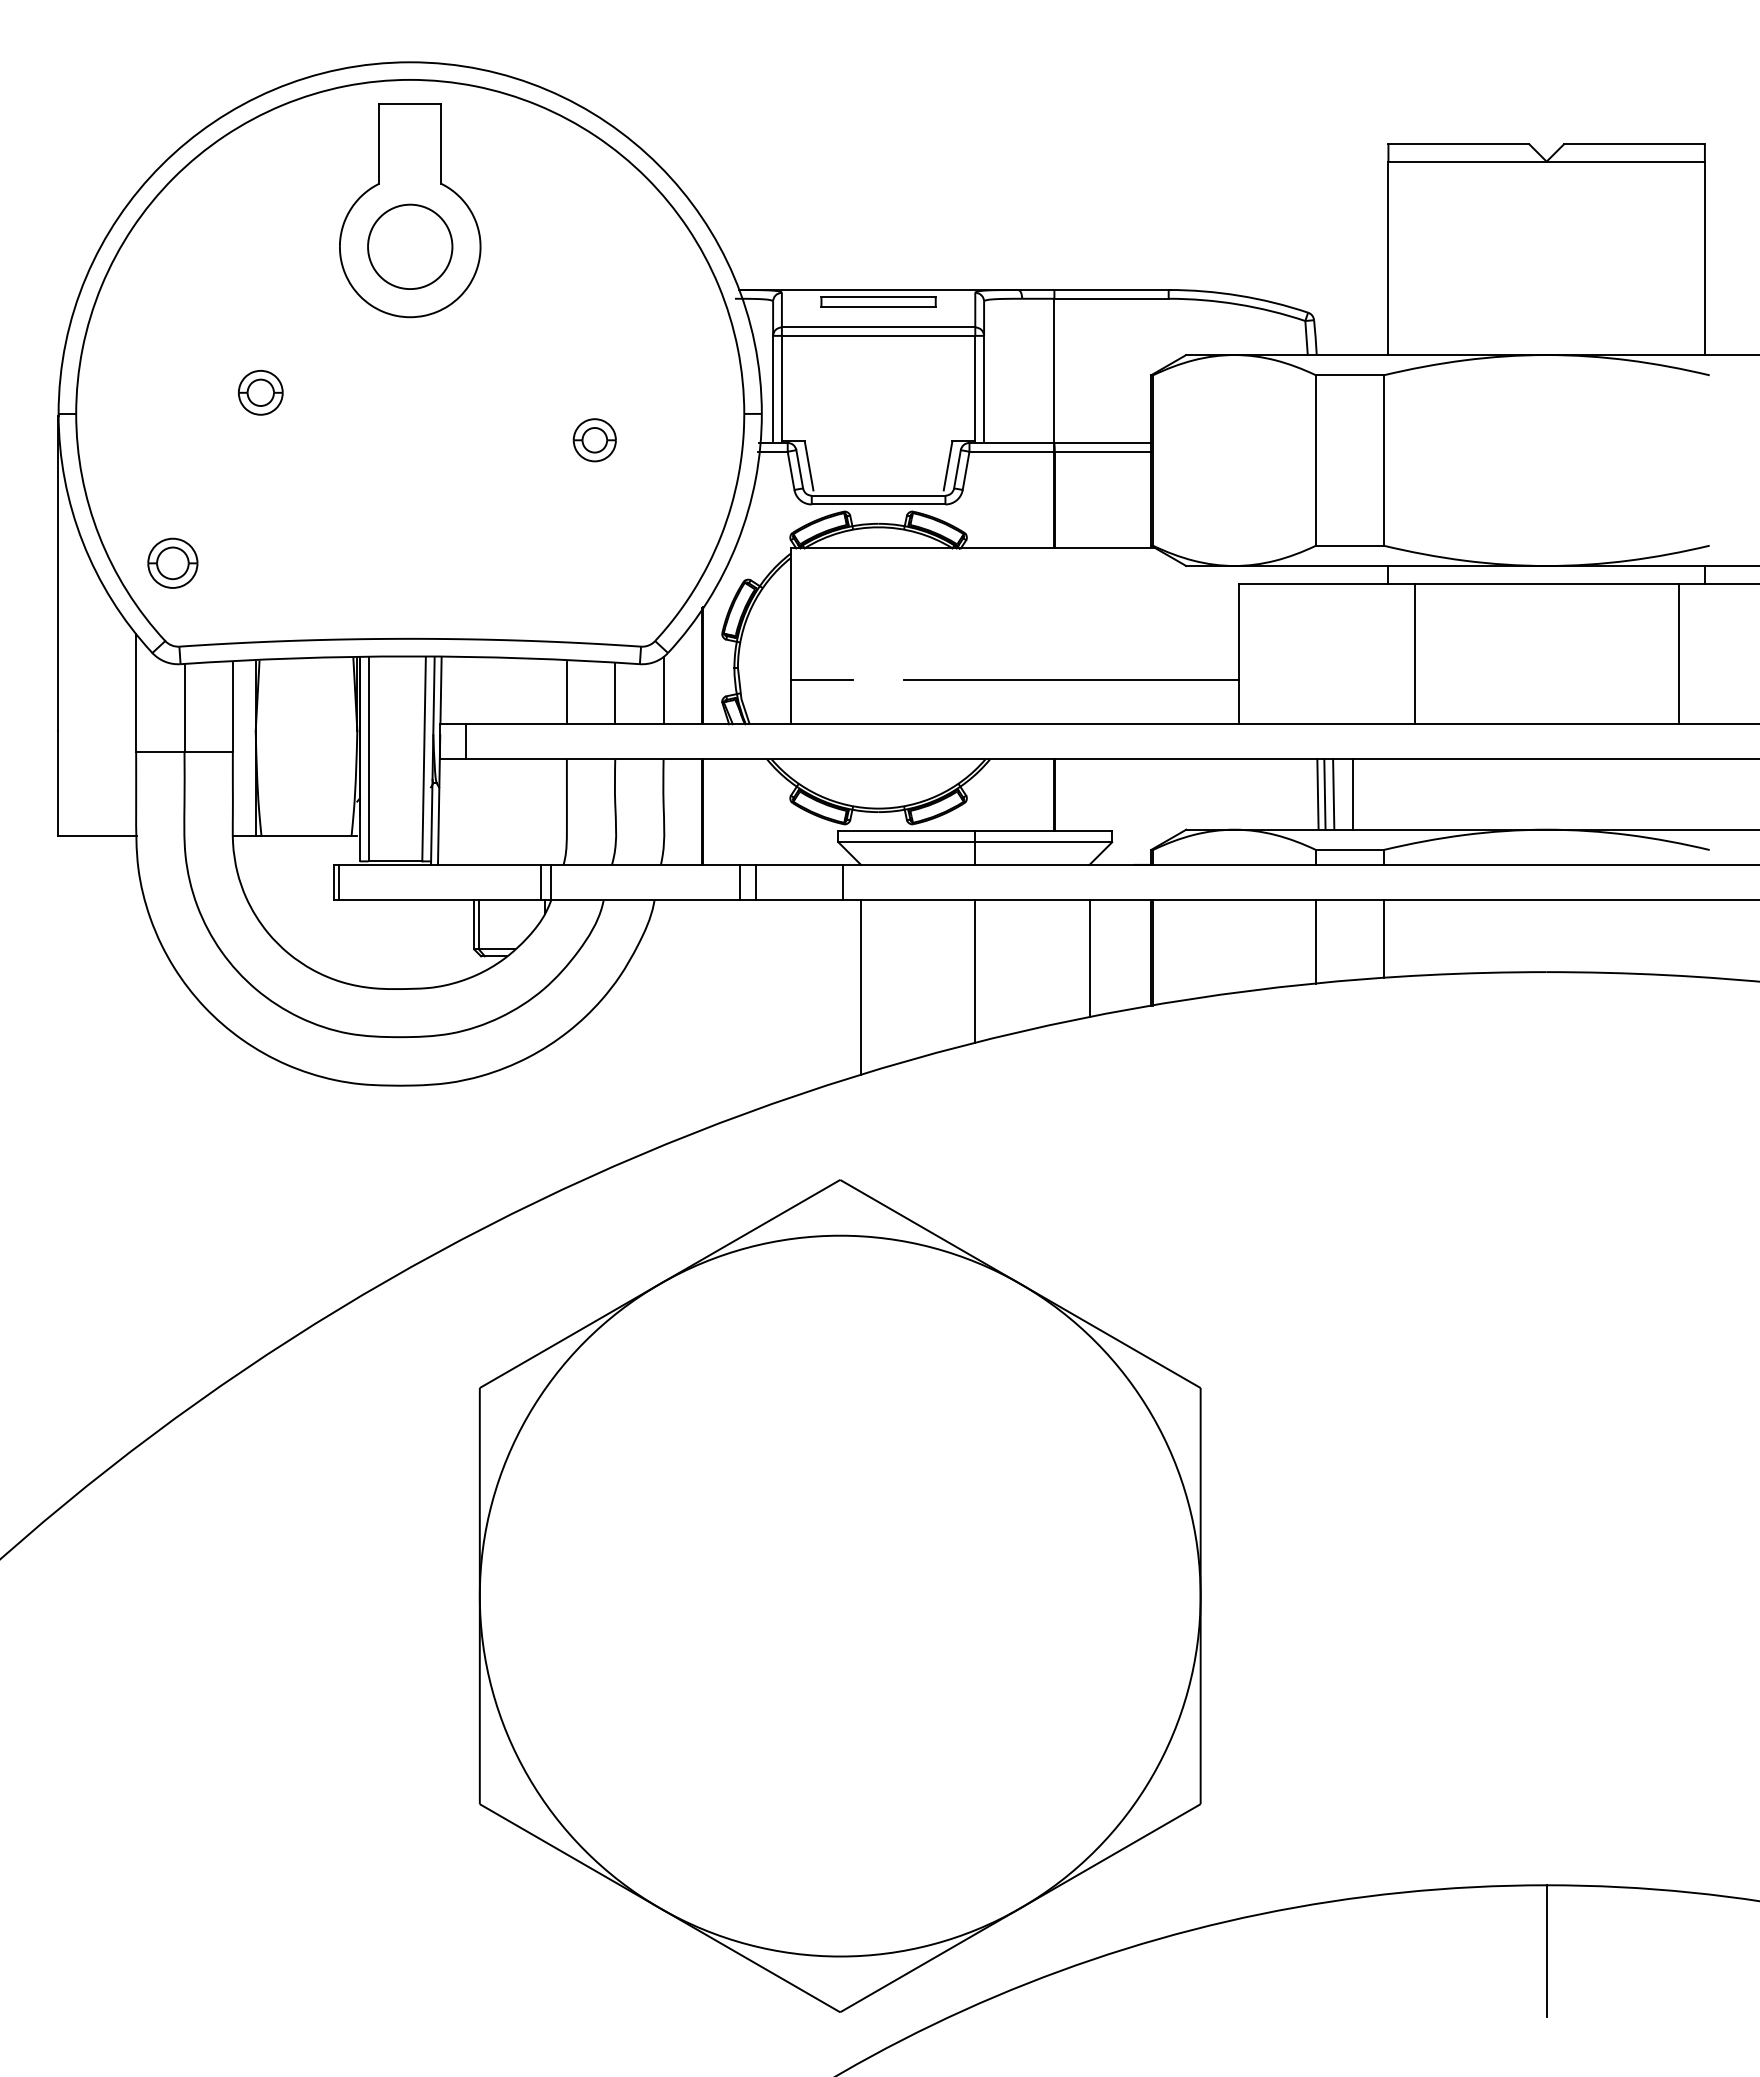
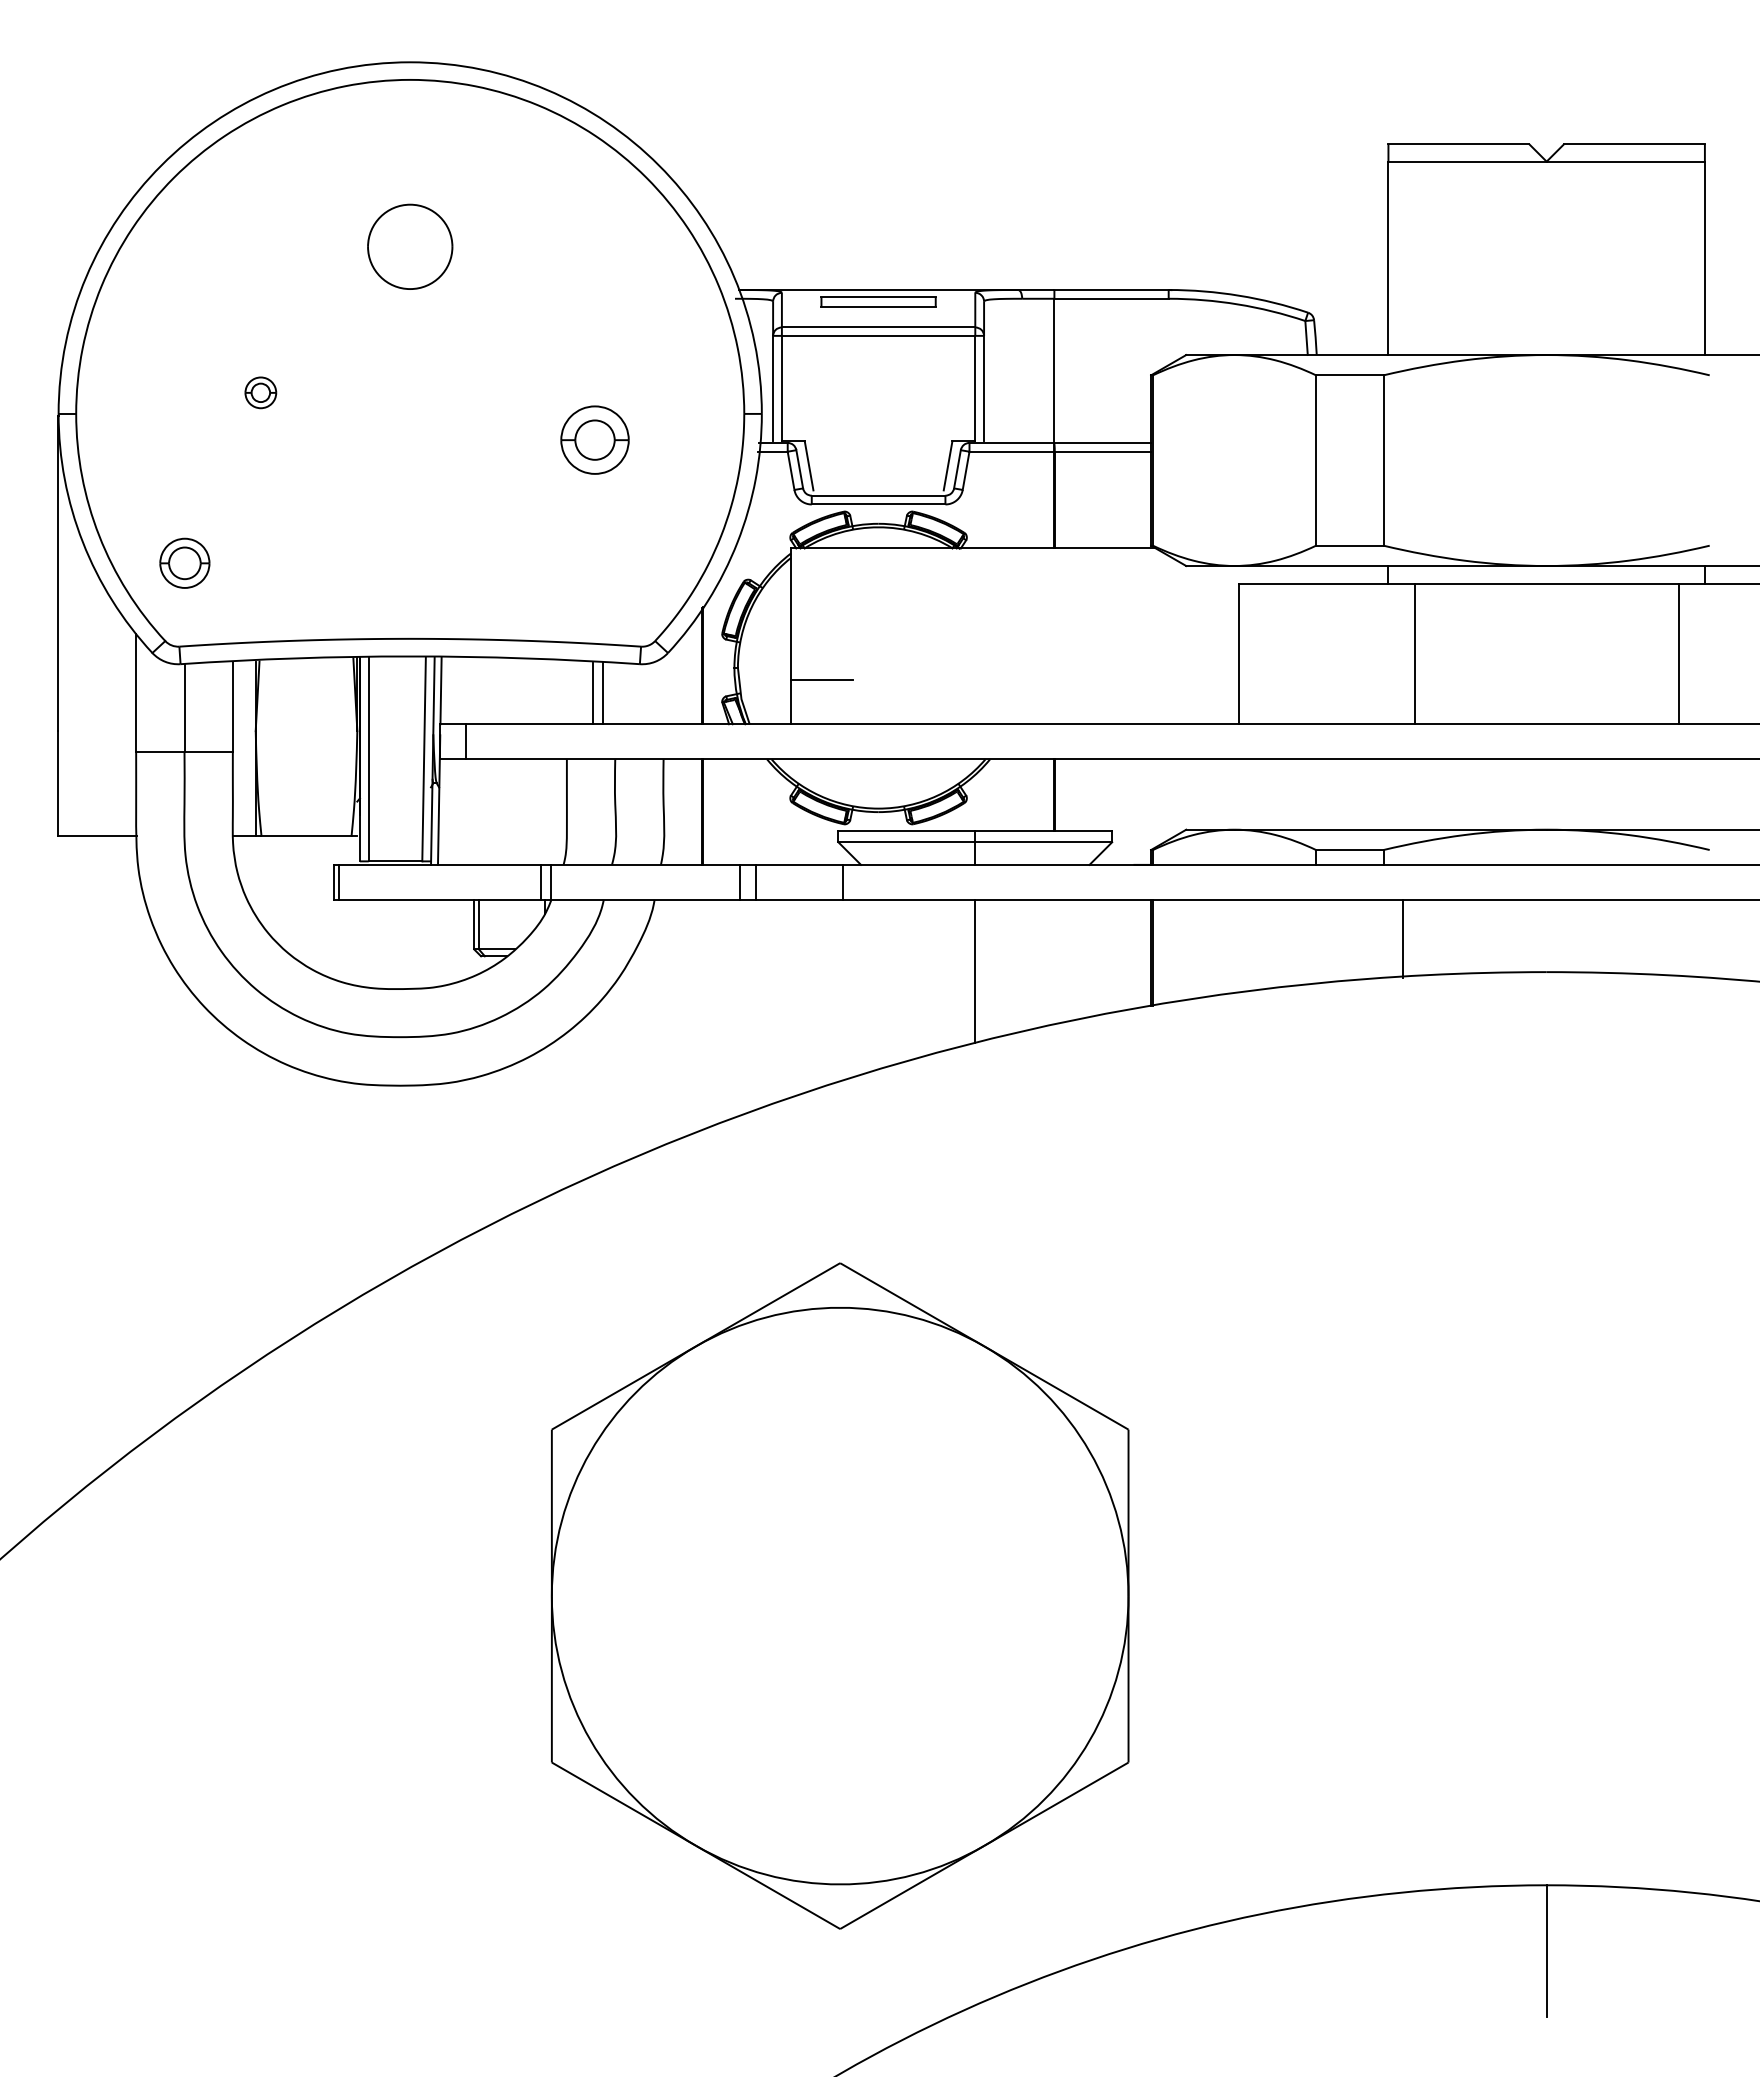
part at (410, 210): present -> none
part at (260, 392) size: 46x46 px -> 34x34 px
part at (594, 440) size: 45x45 px -> 70x70 px
part at (172, 562) position: (172, 562) -> (184, 562)
line at (1071, 680): present -> none
line at (663, 690): present -> none
line at (566, 692) position: (566, 692) -> (602, 692)
line at (615, 693) position: (615, 693) -> (593, 693)
line at (1317, 794): present -> none
line at (1324, 794): present -> none
line at (1333, 794): present -> none
line at (1353, 794): present -> none
line at (1383, 938) position: (1383, 938) -> (1402, 938)
line at (1316, 941): present -> none
line at (1089, 958): present -> none
line at (861, 987): present -> none
part at (839, 1595) size: 724x834 px -> 580x668 px
